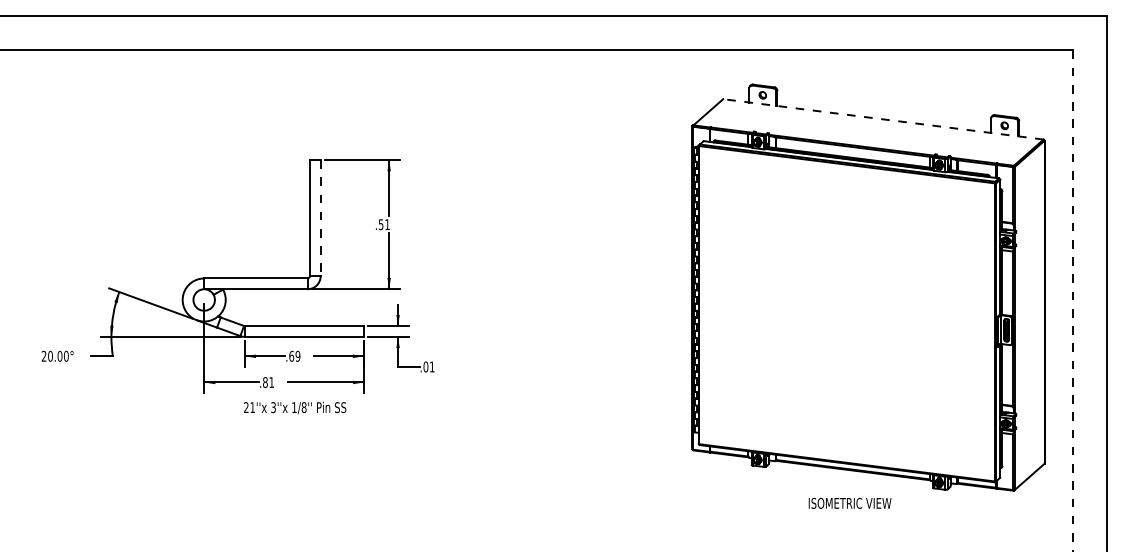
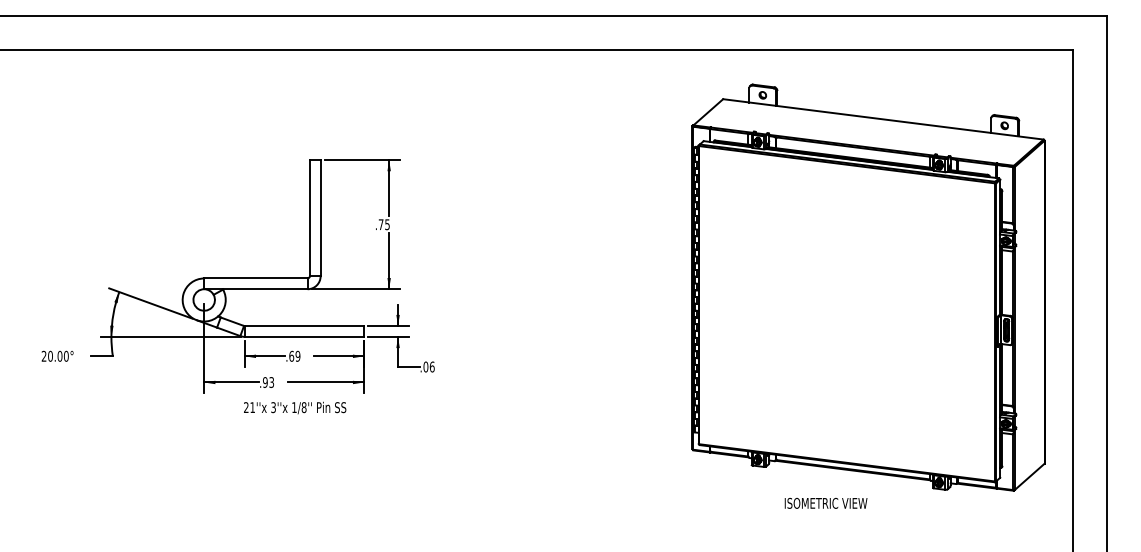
line at (882, 119): dashed -> solid
line at (320, 218): dashed -> solid
text at (383, 224): .51 -> .75
line at (1072, 301): dashed -> solid
text at (431, 366): .01 -> .06
text at (268, 382): .81 -> .93
text at (849, 502) position: (849, 502) -> (825, 502)
